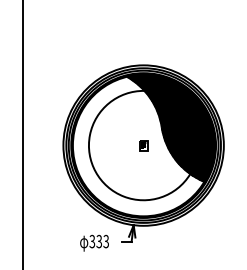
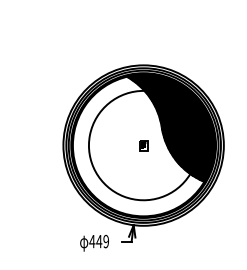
line at (23, 134): present -> none
text at (98, 241): 333 -> 449
